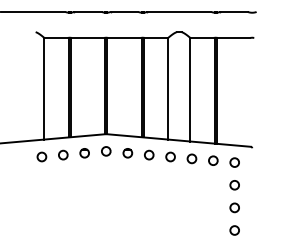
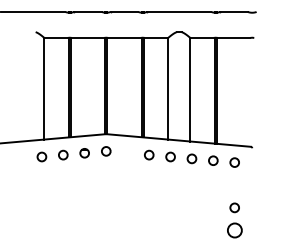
part at (127, 153): present -> none
circle at (234, 185): present -> none
circle at (234, 230) size: 11x11 px -> 16x17 px
